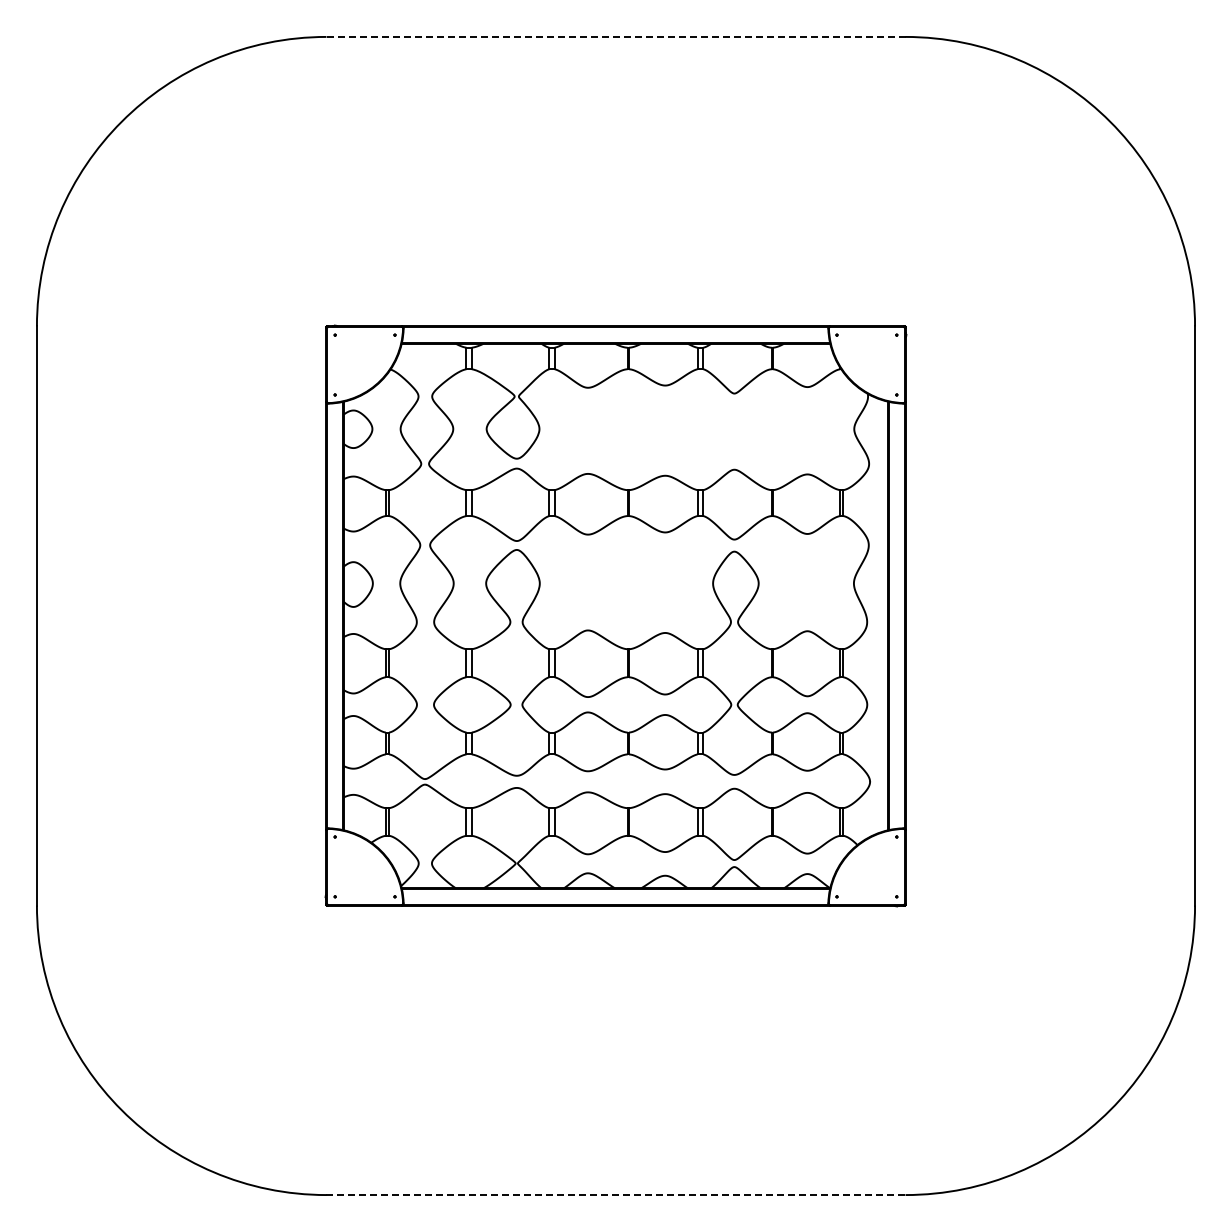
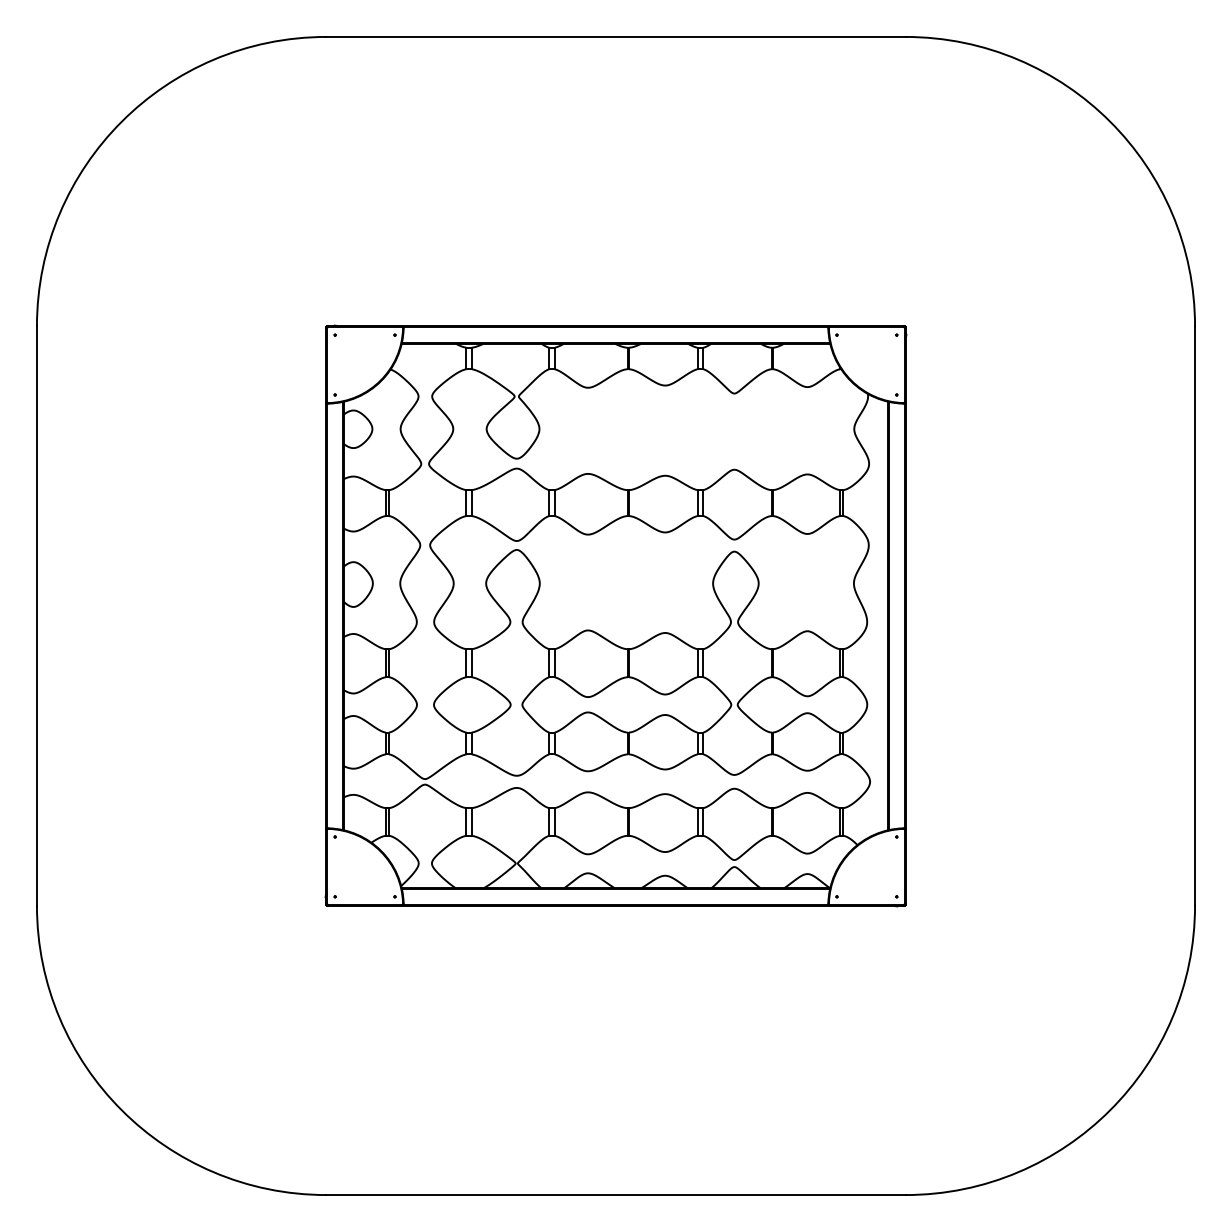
line at (616, 36): dashed -> solid
line at (616, 1195): dashed -> solid
